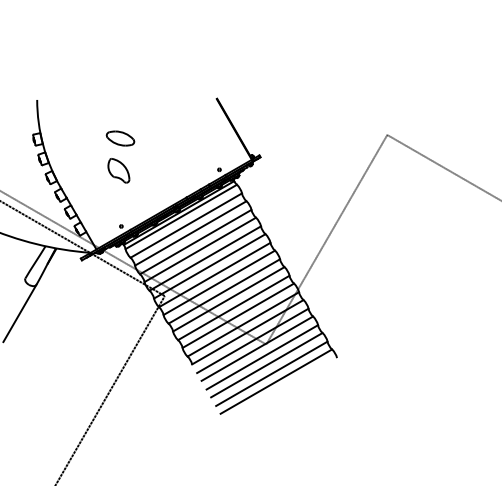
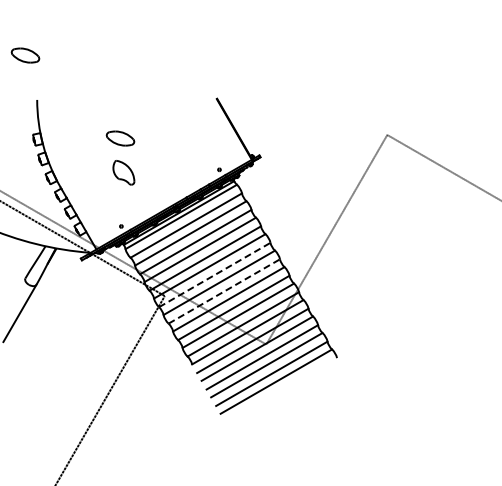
part at (25, 55): none -> present
part at (118, 170) position: (118, 170) -> (123, 172)
line at (215, 274): solid -> dashed
line at (224, 291): solid -> dashed
